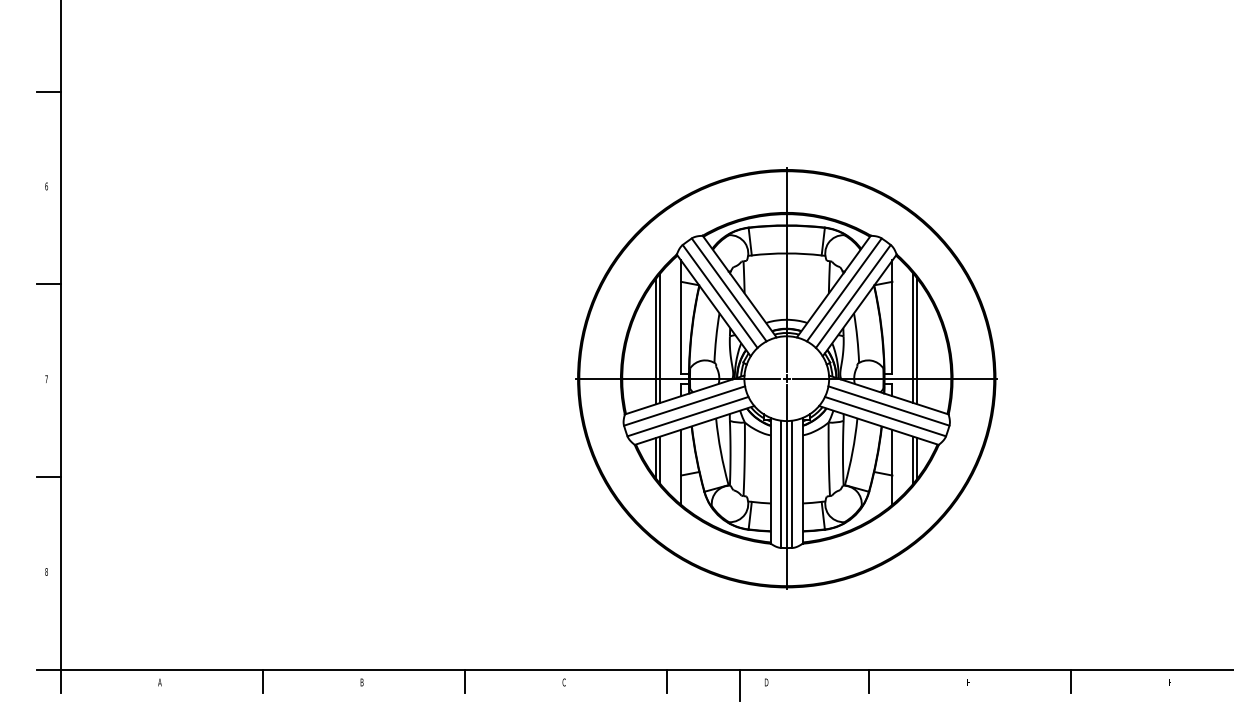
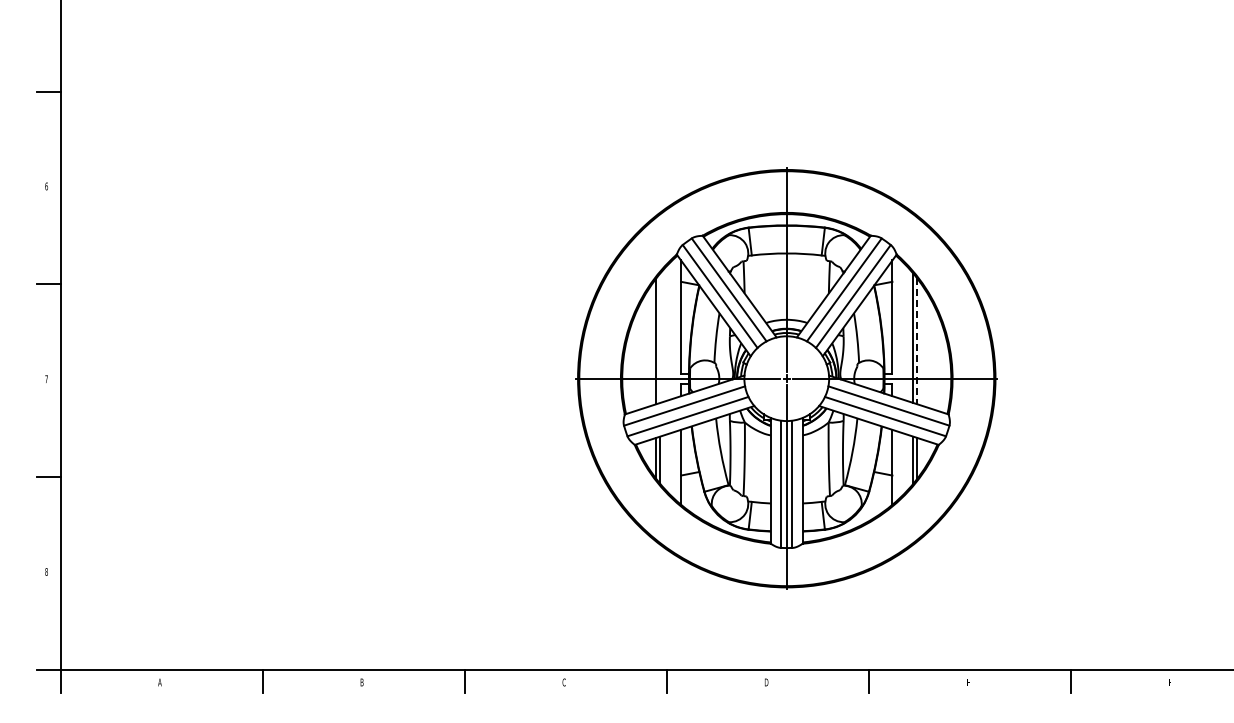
line at (660, 337): present -> none
line at (917, 341): solid -> dashed
line at (739, 685): present -> none
